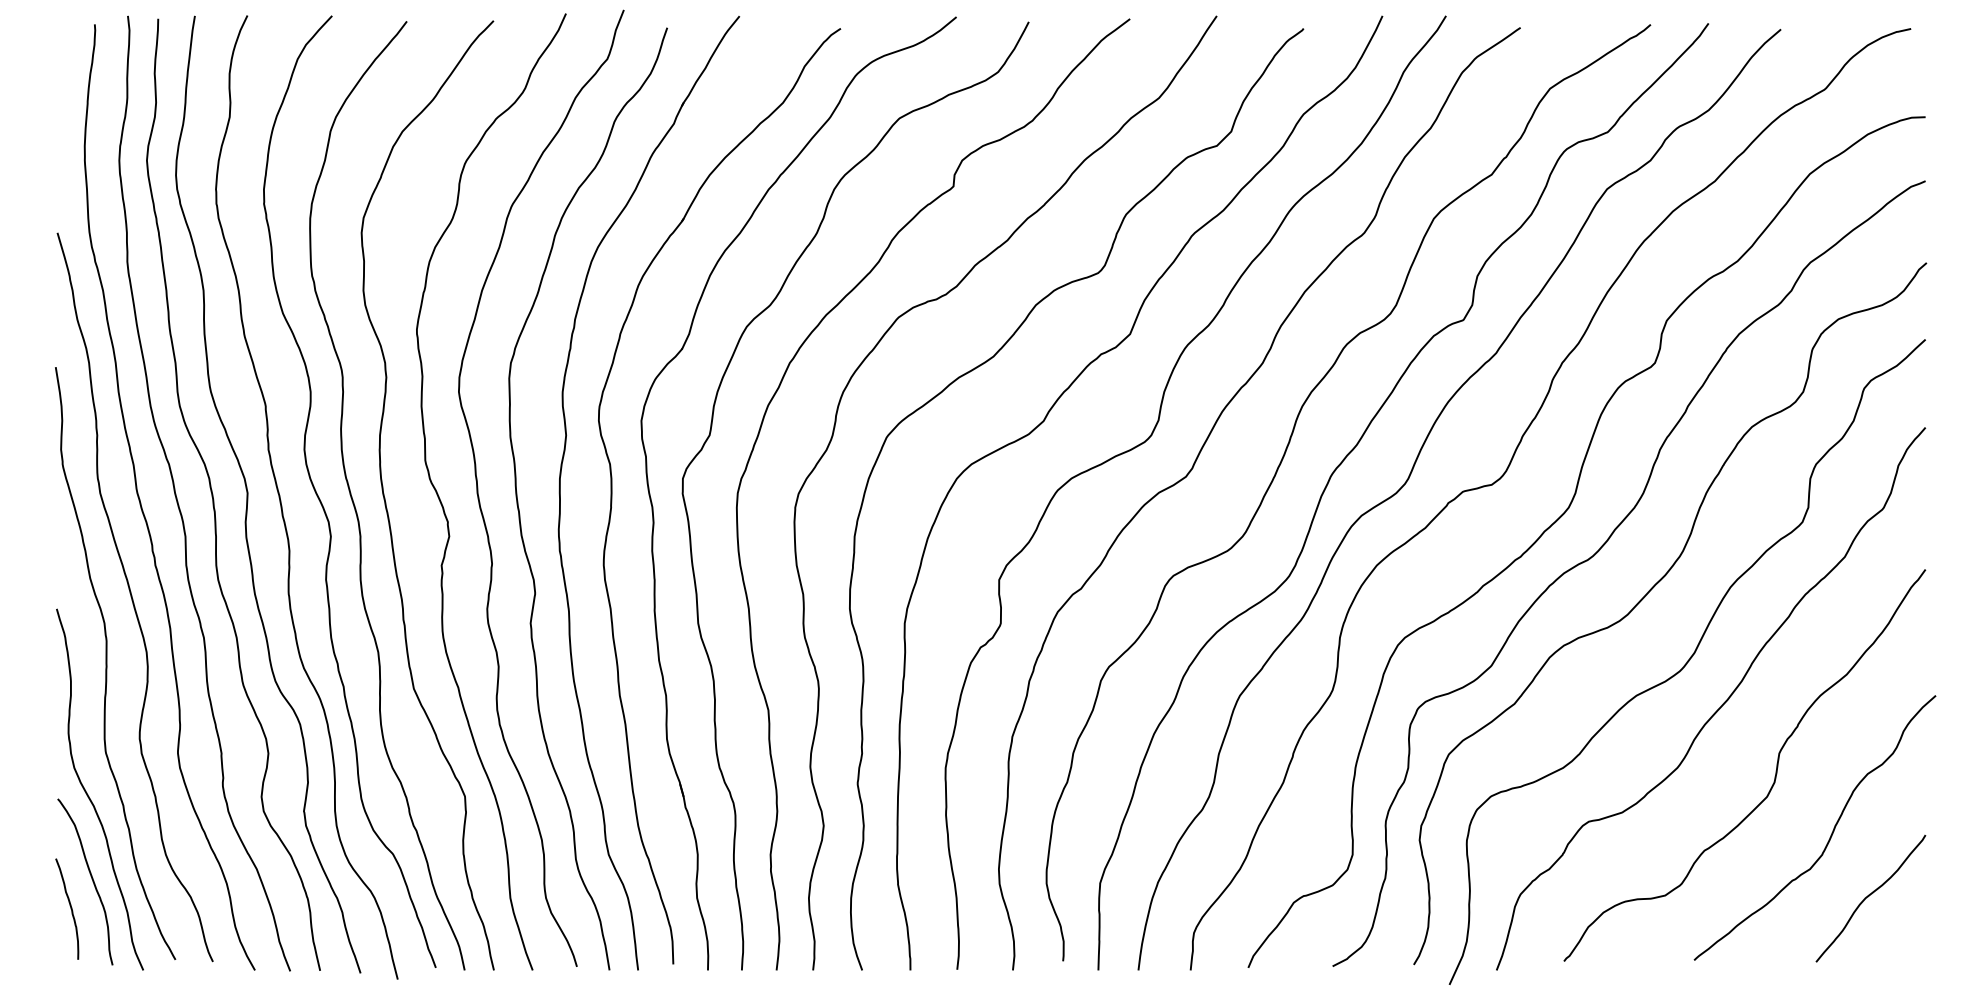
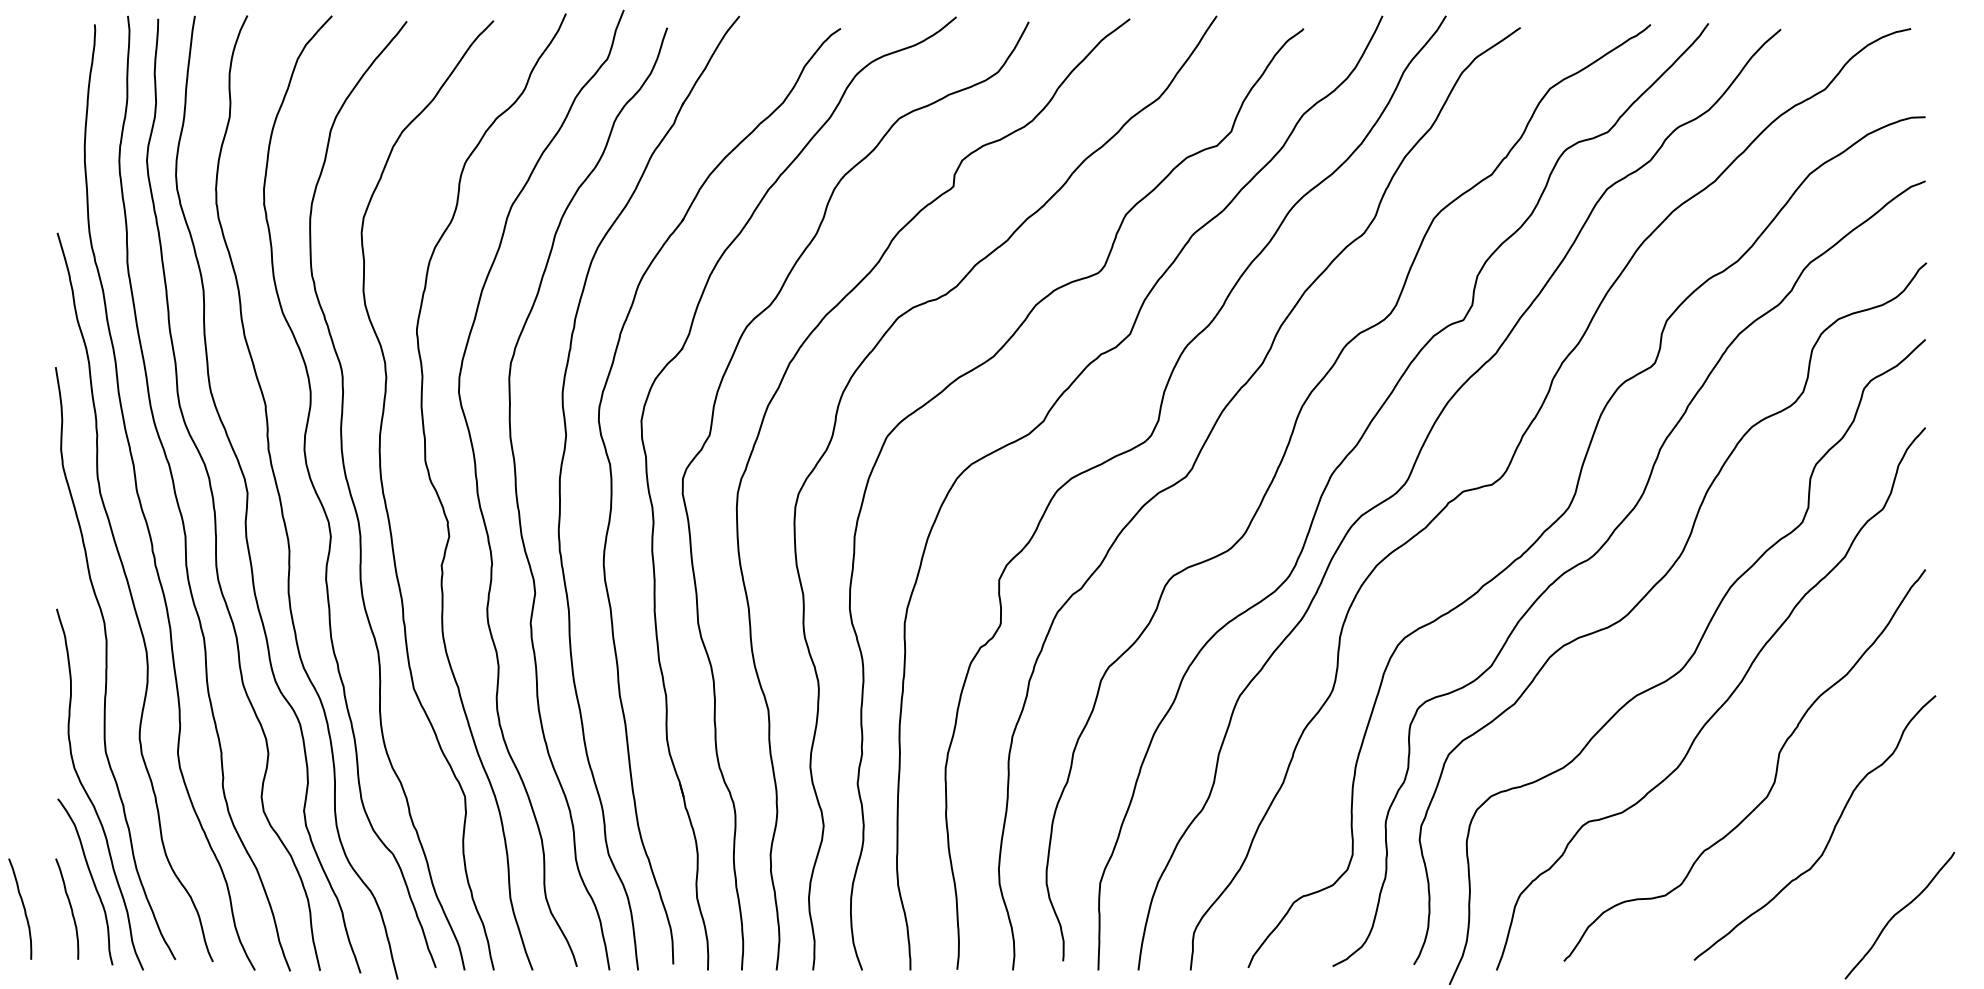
curve at (1869, 896) position: (1869, 896) -> (1898, 913)
curve at (23, 908): none -> present
